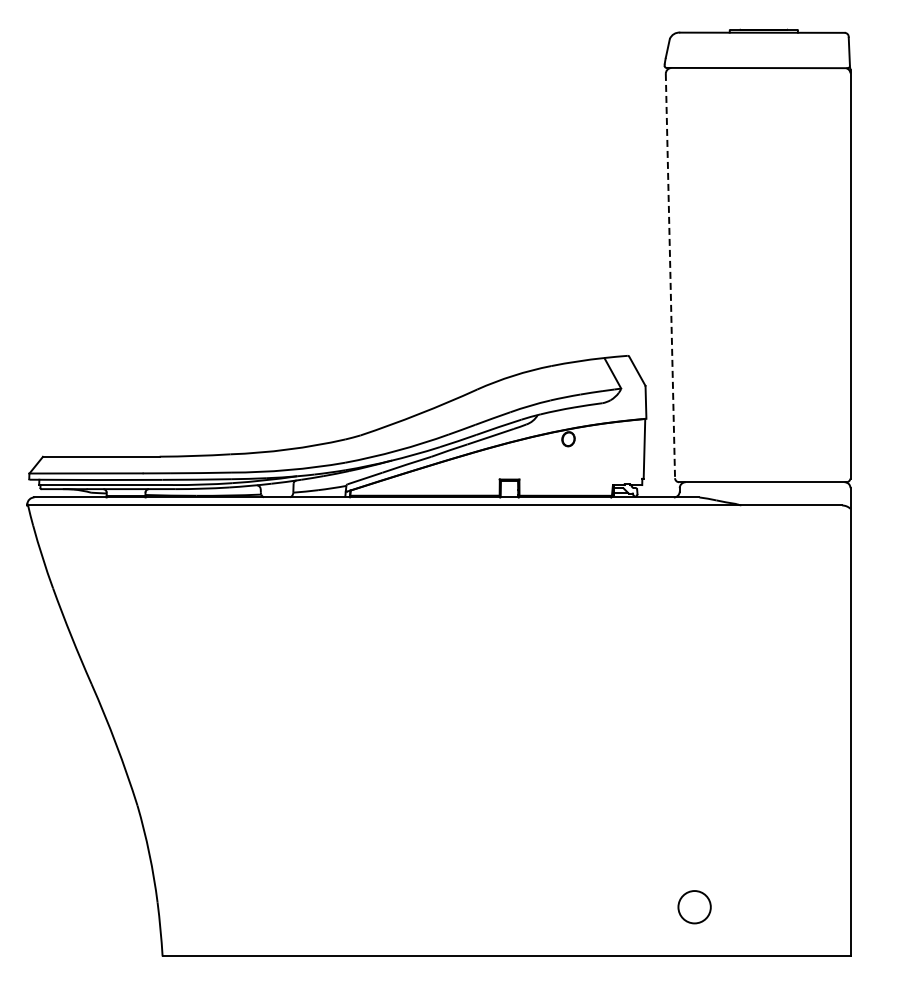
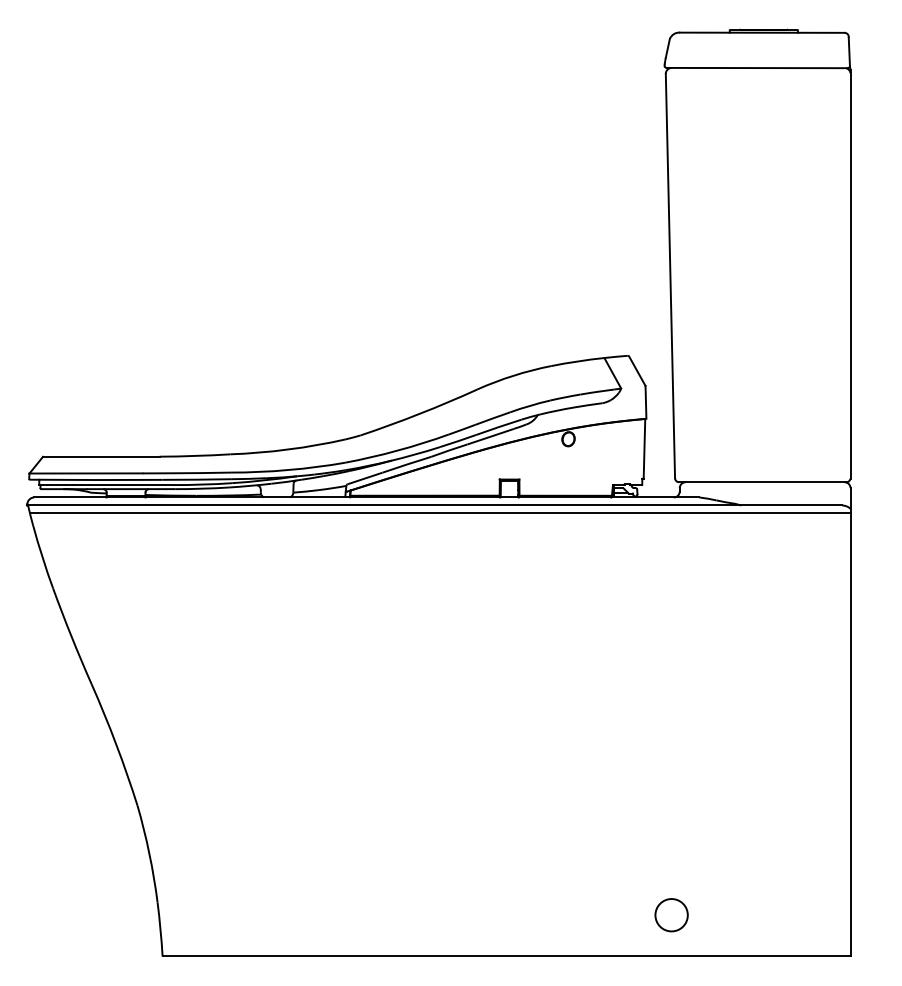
line at (670, 276): dashed -> solid
line at (439, 512): none -> present
circle at (694, 907) position: (694, 907) -> (671, 915)
